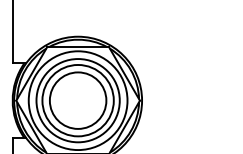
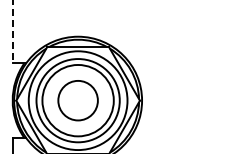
line at (12, 32): solid -> dashed
circle at (77, 100) diameter: 57 px -> 40 px
